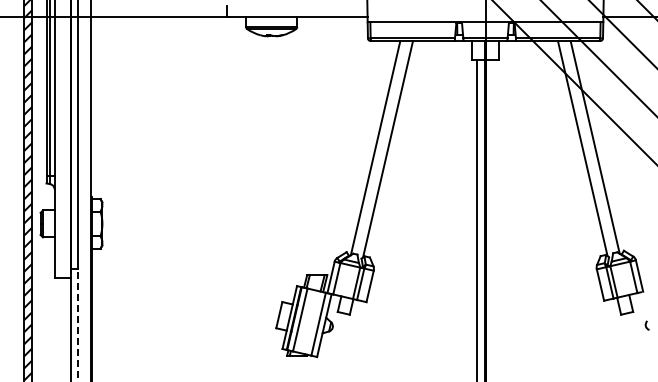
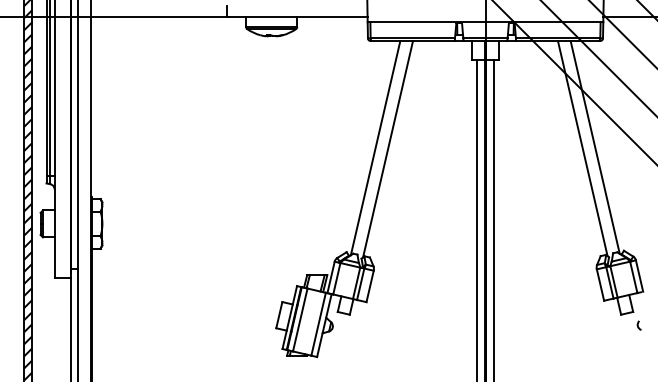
line at (494, 218): none -> present
line at (78, 325): dashed -> solid
arc at (646, 325) position: (646, 325) -> (638, 325)
